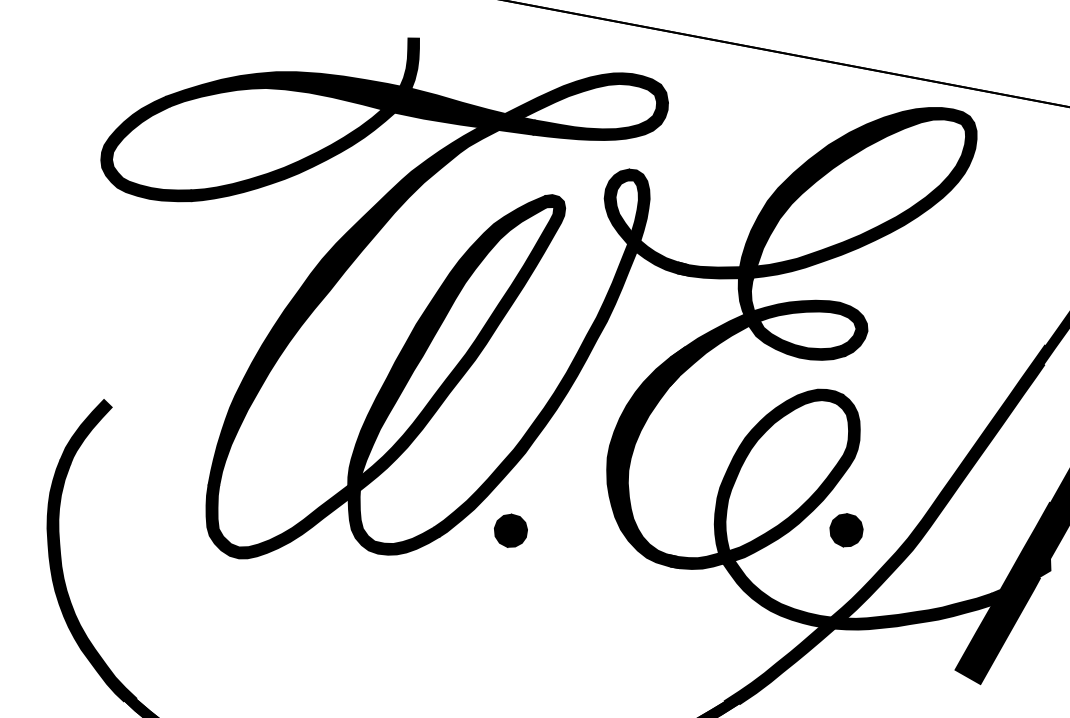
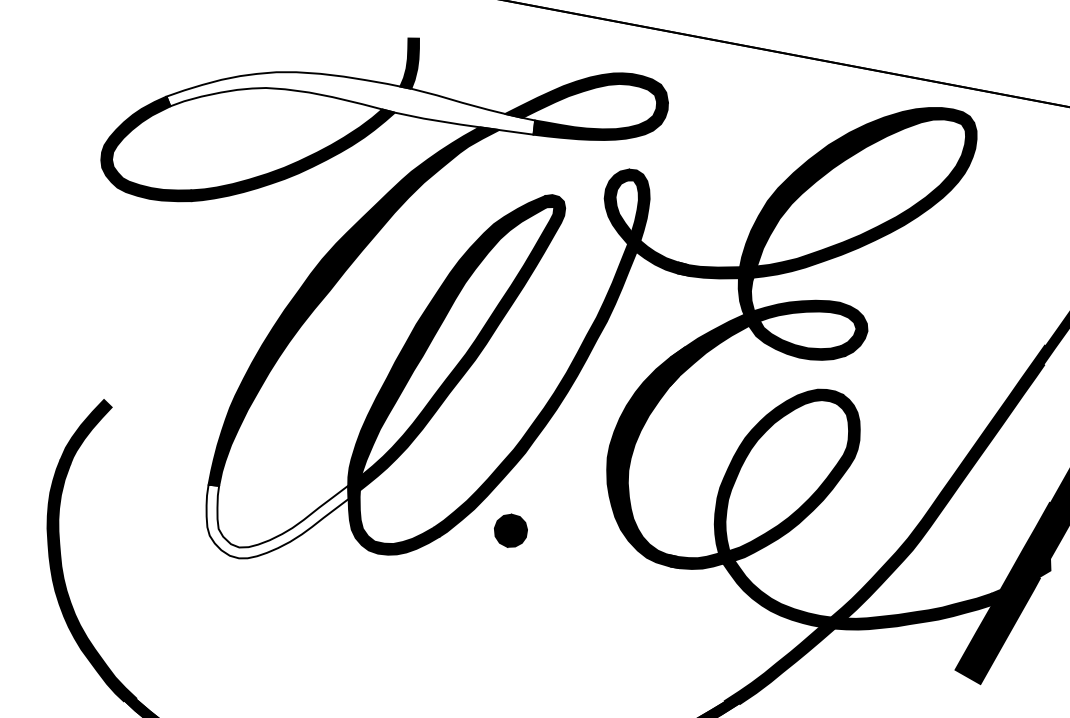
fill at (350, 103): present -> none
fill at (277, 521): present -> none
part at (846, 530): present -> none
